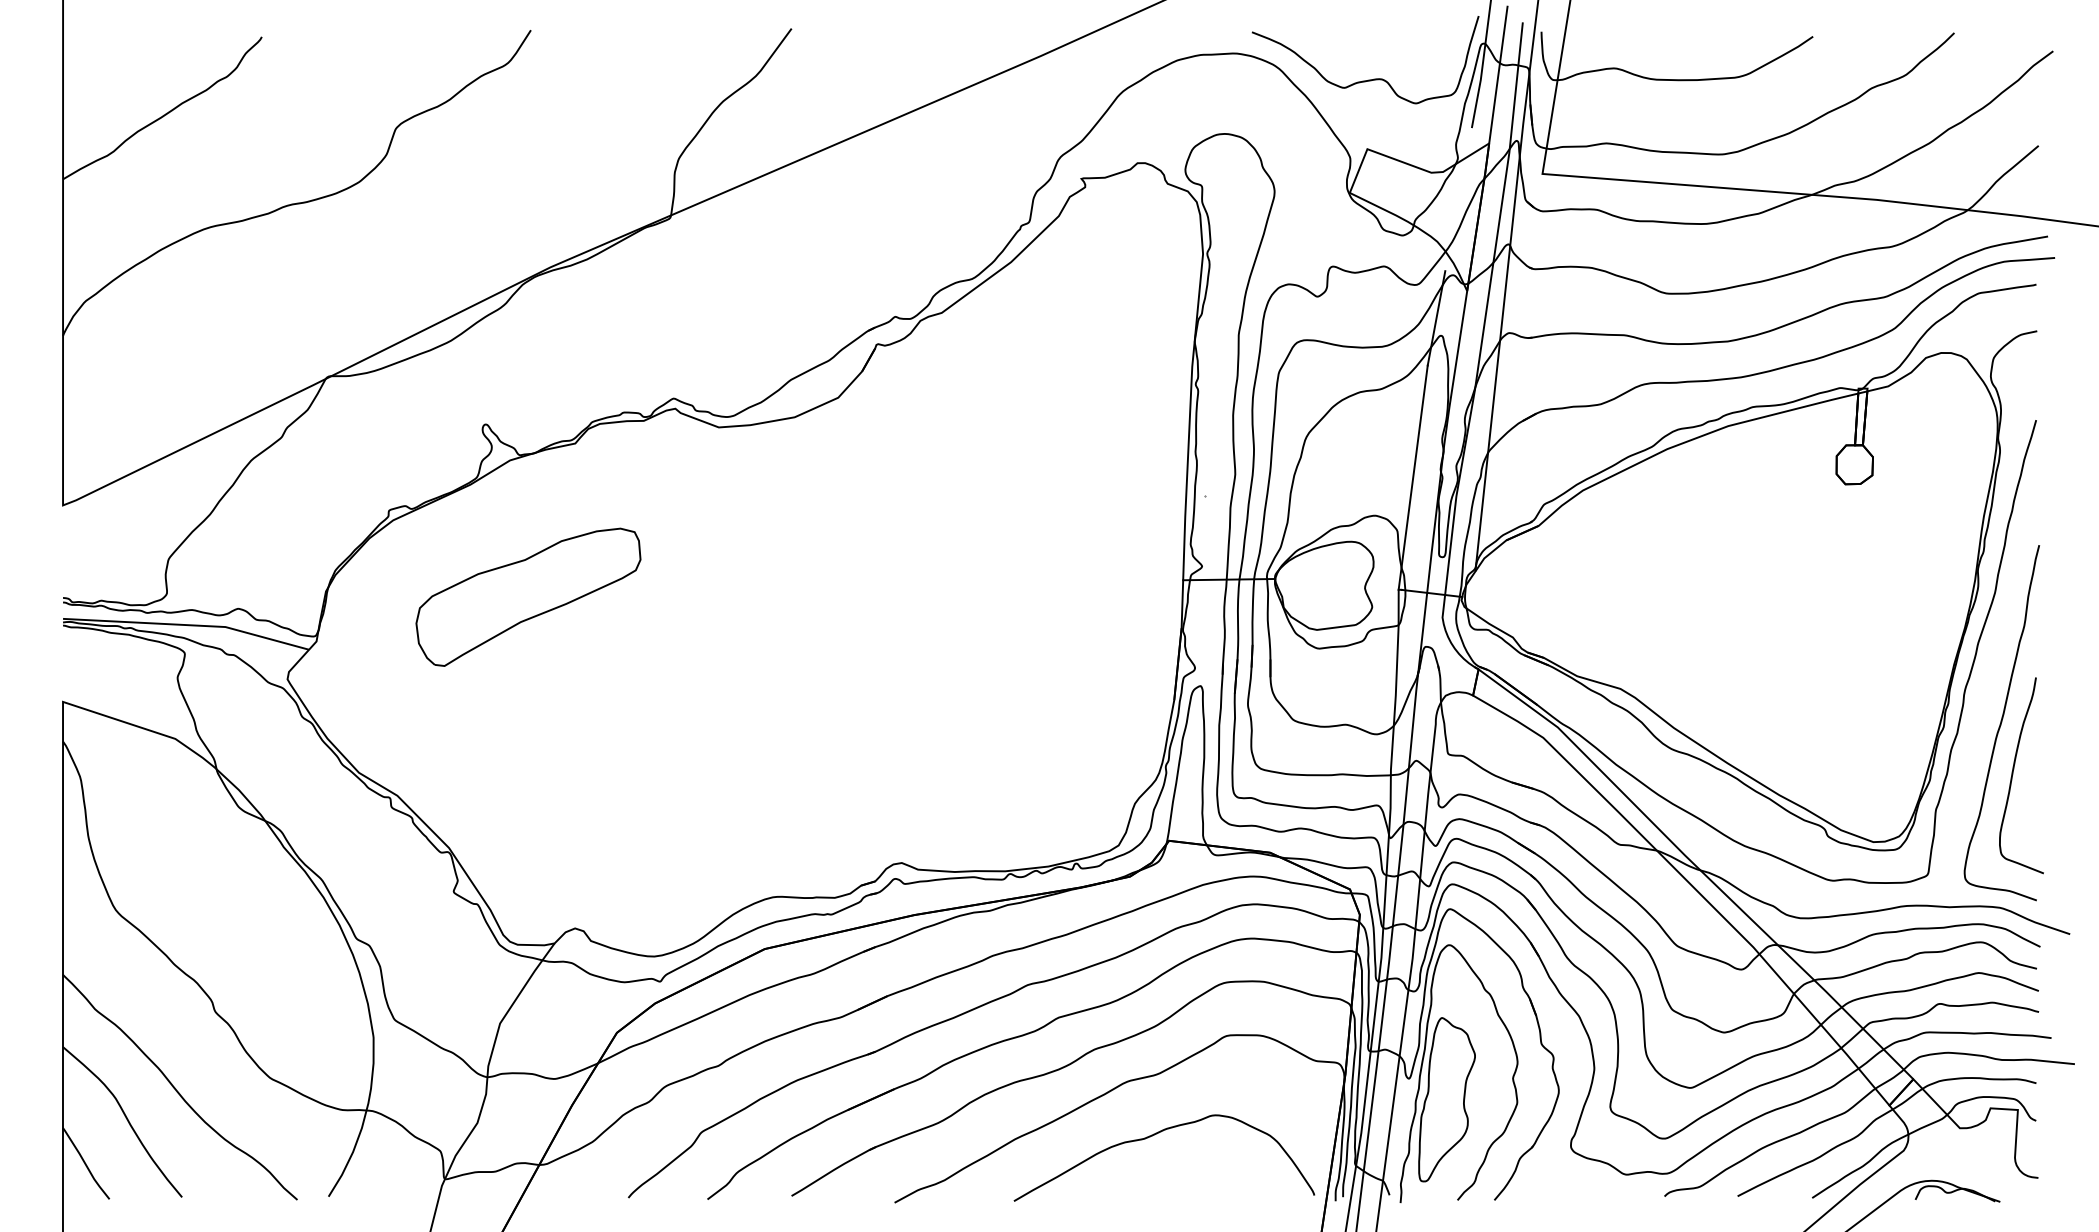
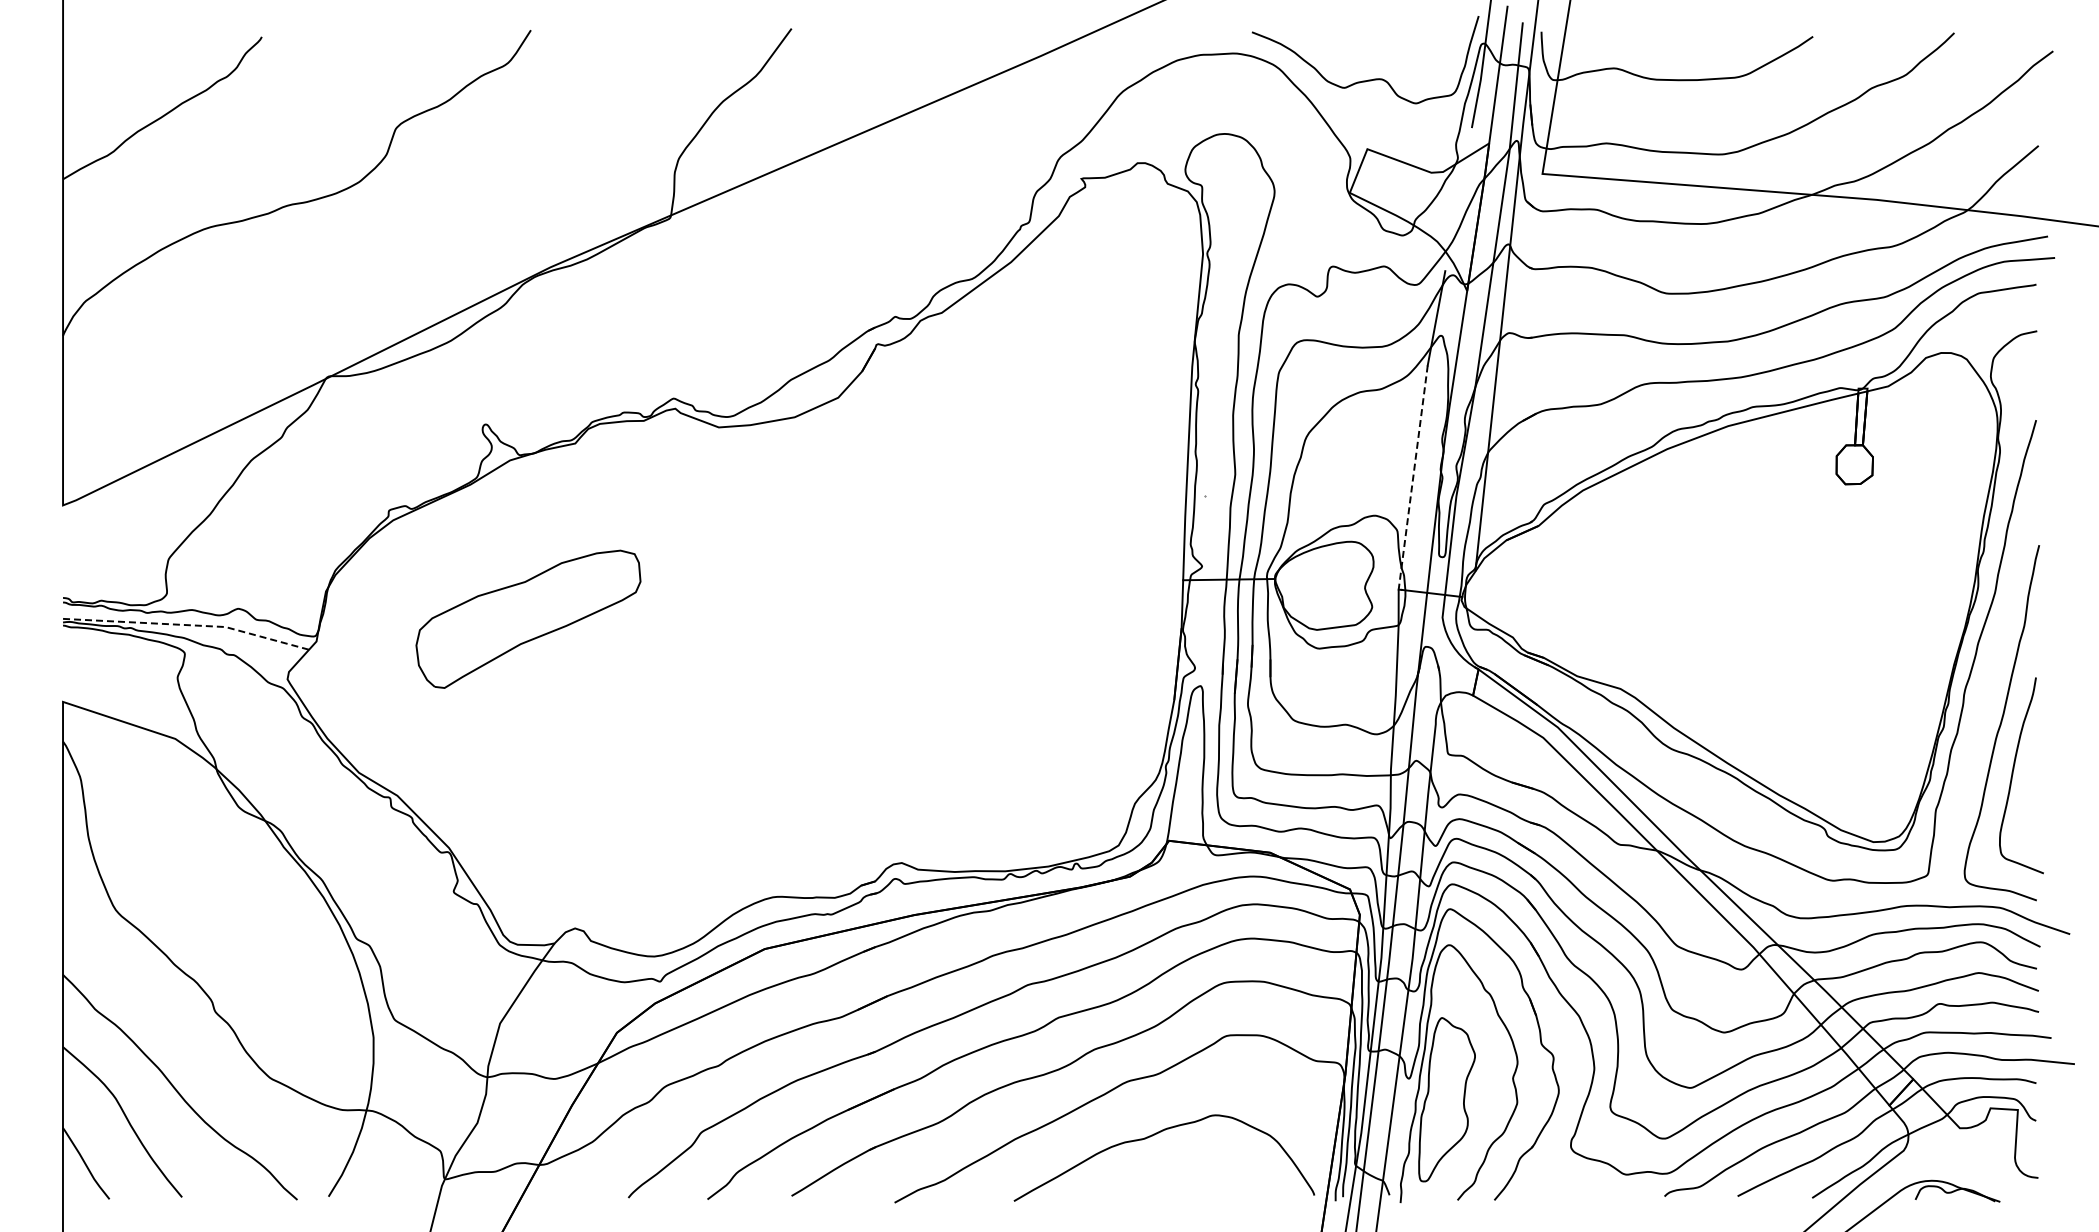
line at (1413, 478): solid -> dashed
part at (528, 596) position: (528, 596) -> (528, 618)
line at (188, 625): solid -> dashed
